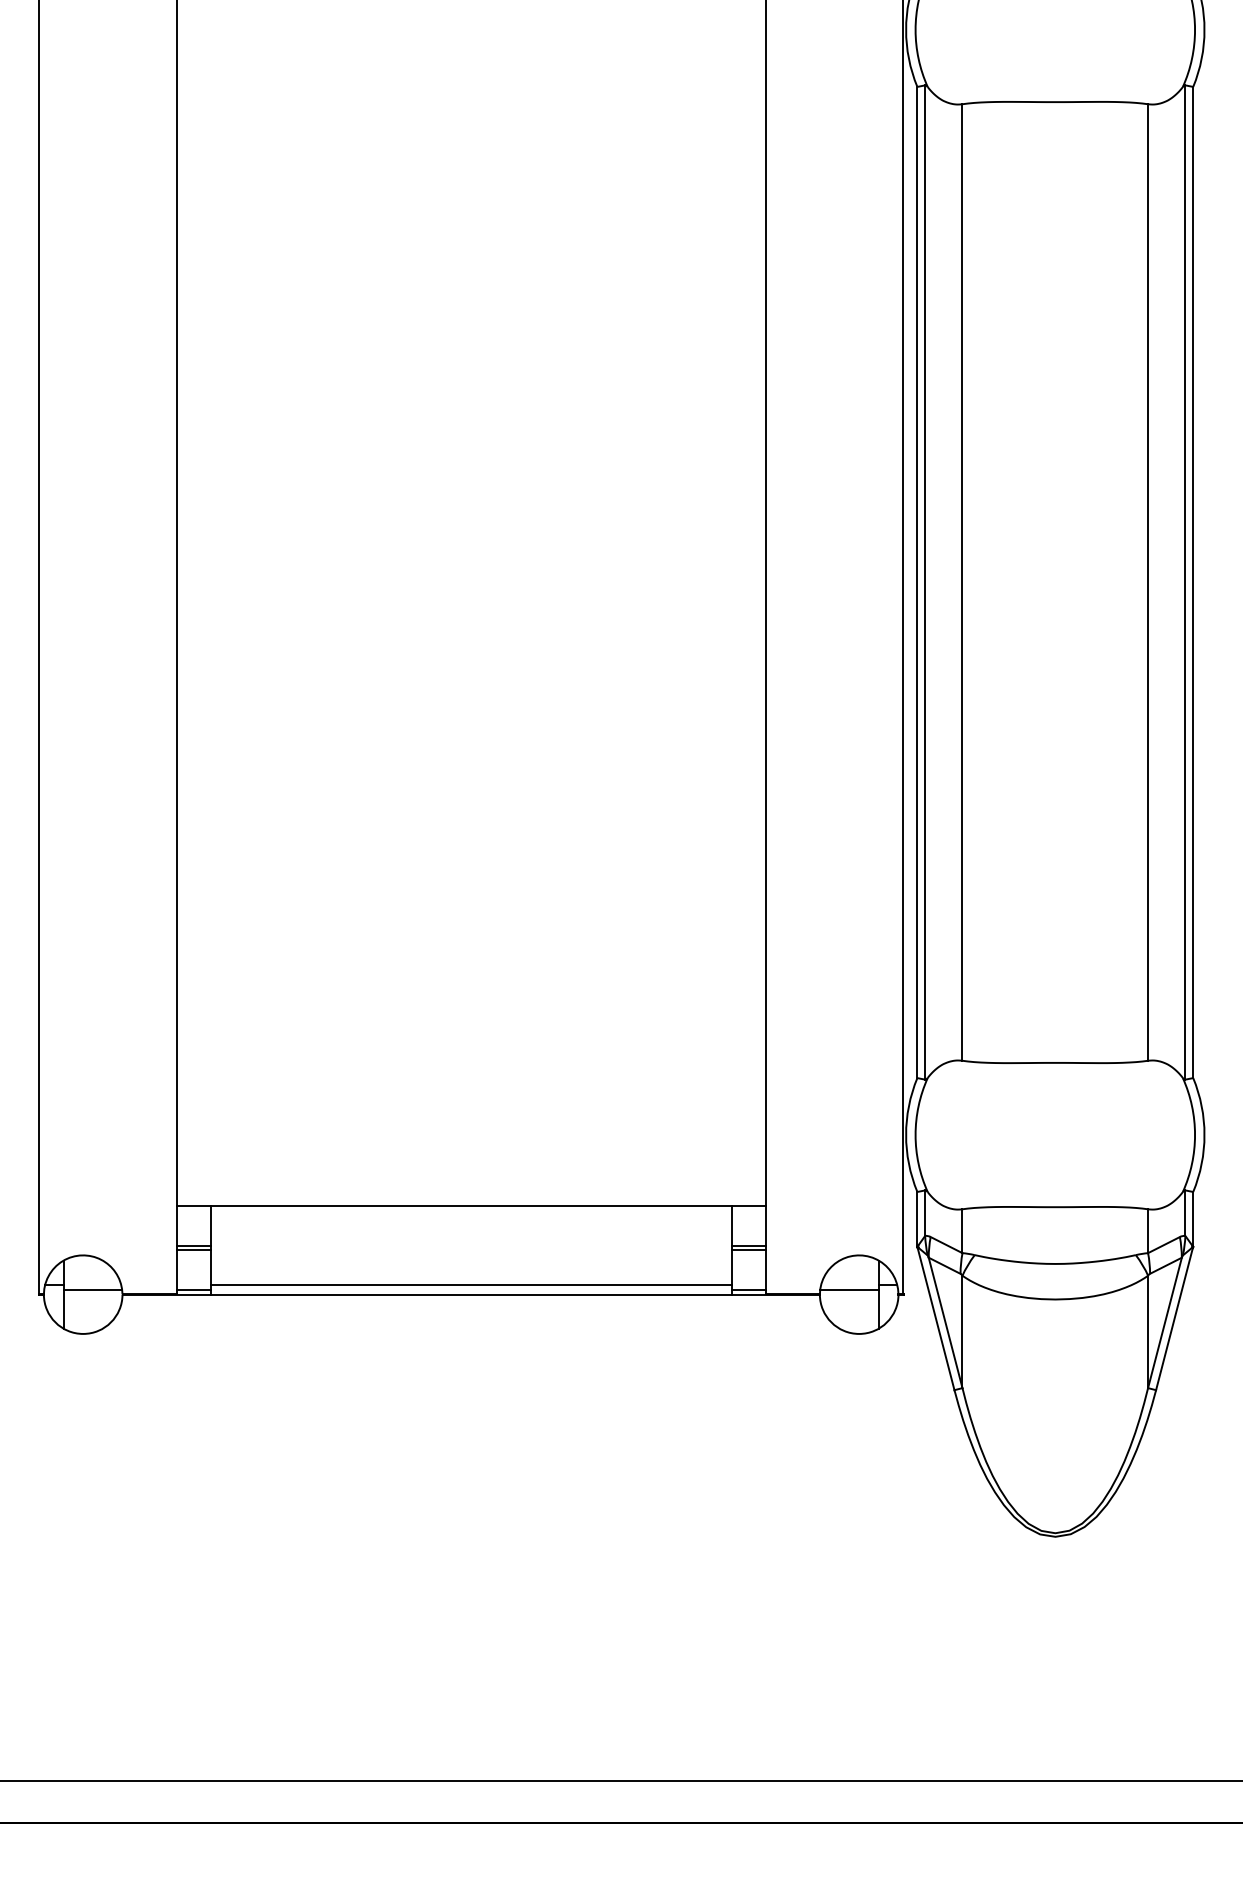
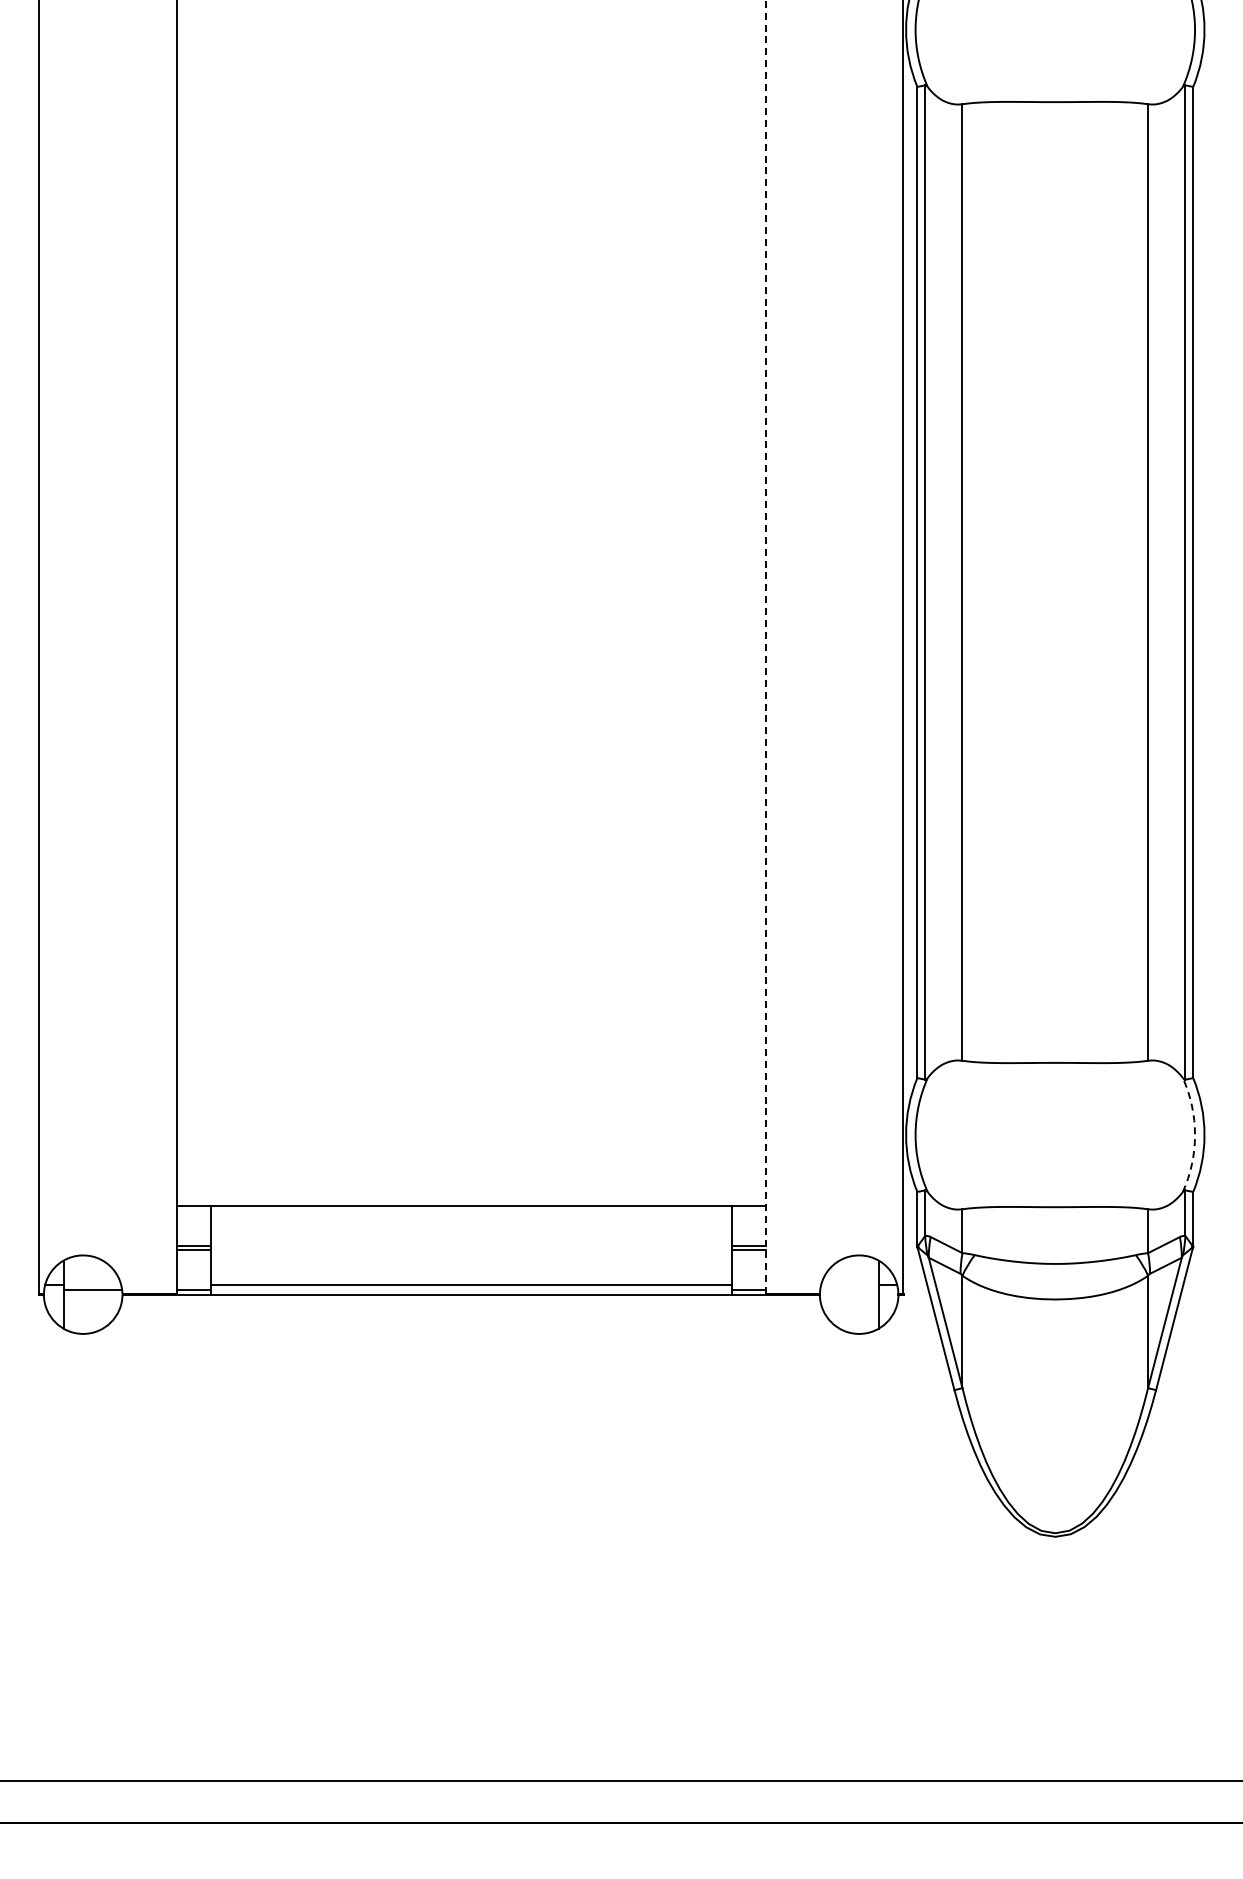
line at (765, 647): solid -> dashed
arc at (1195, 1135): solid -> dashed
line at (849, 1289): present -> none
